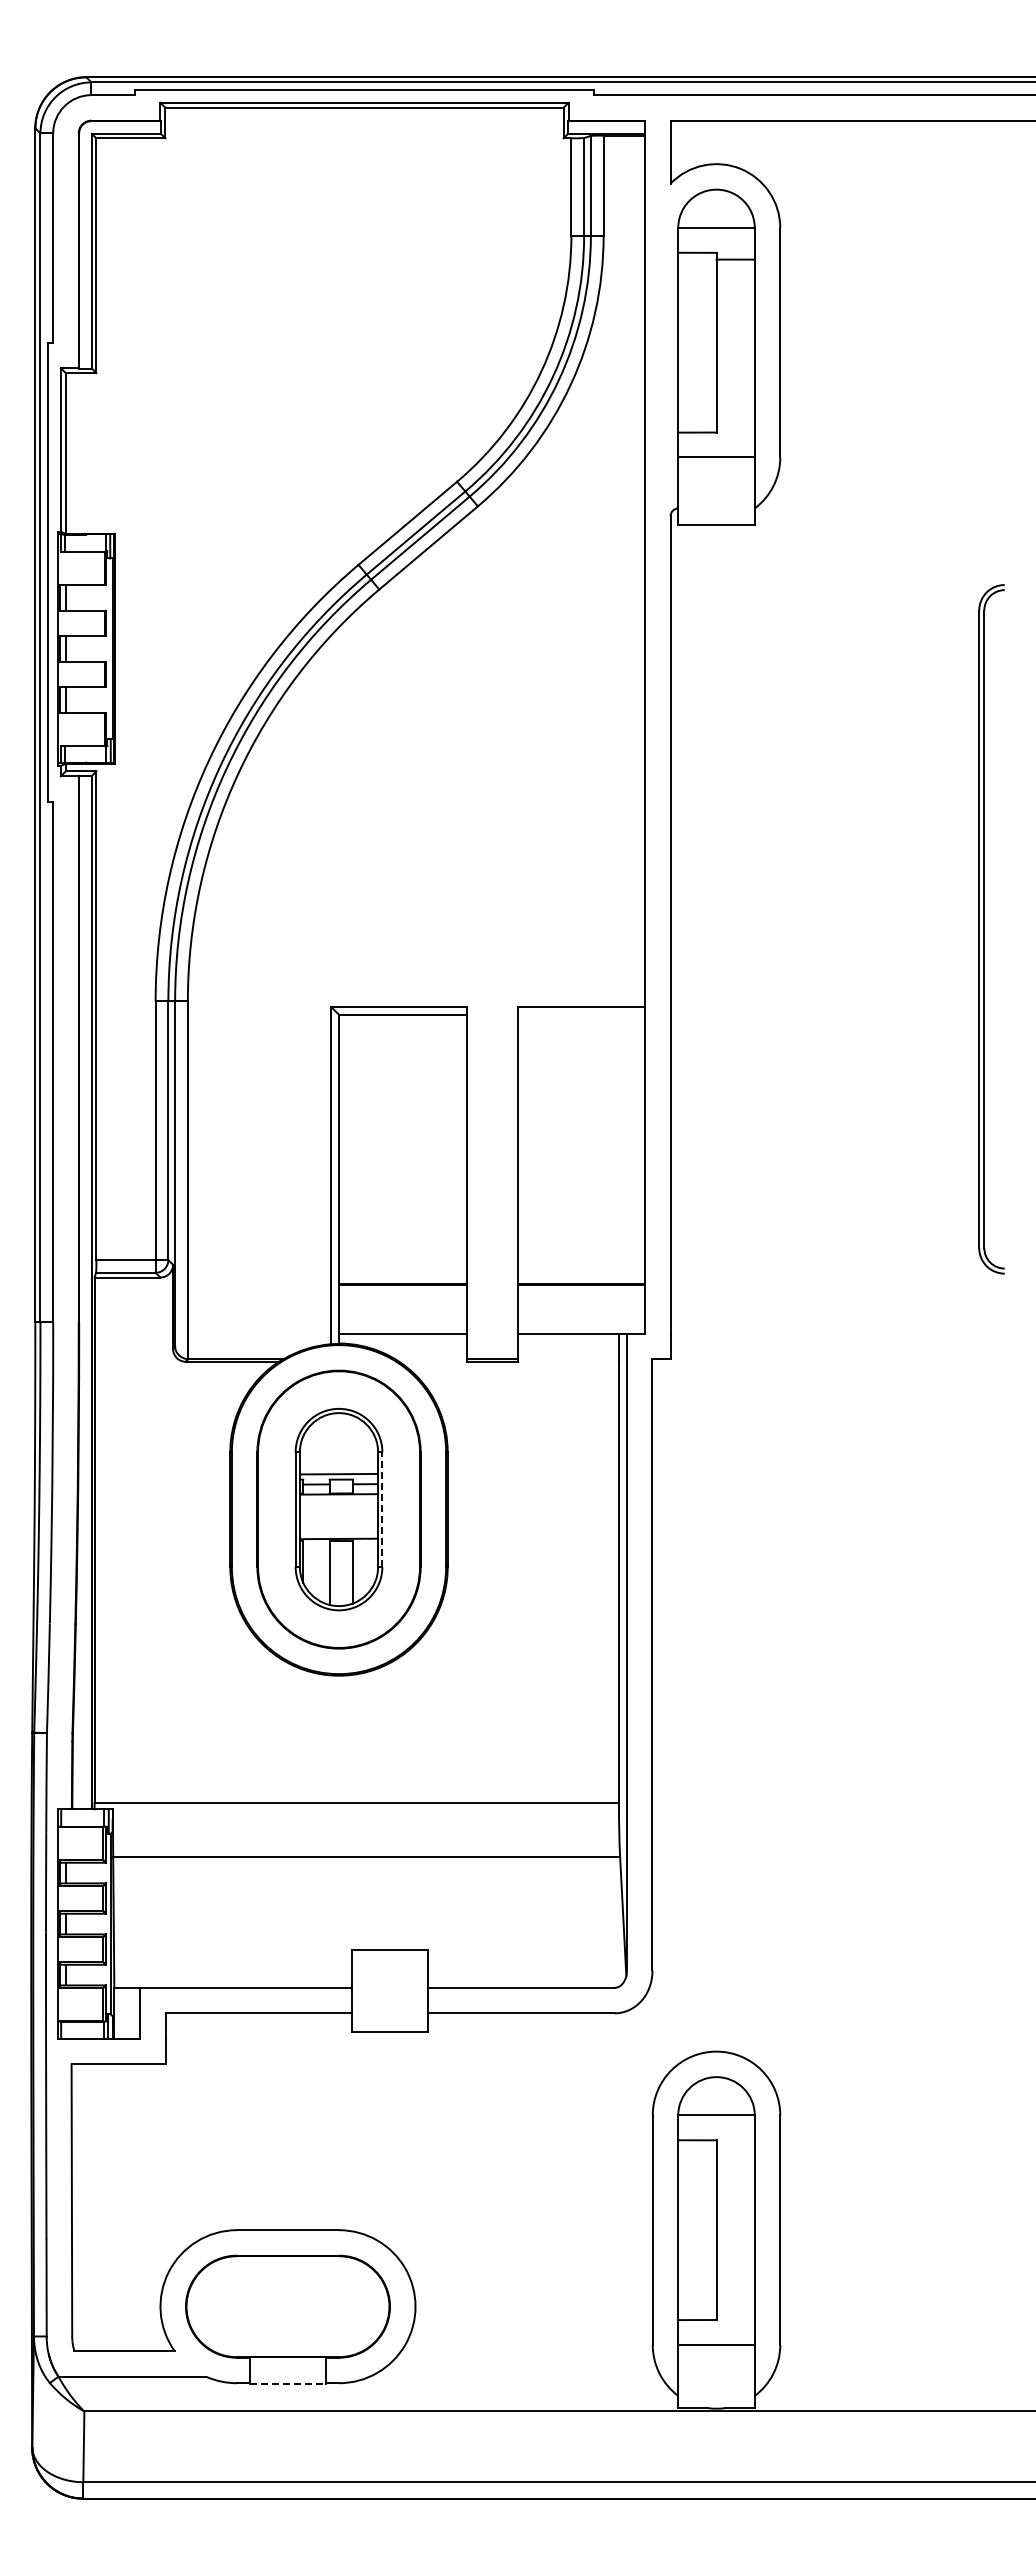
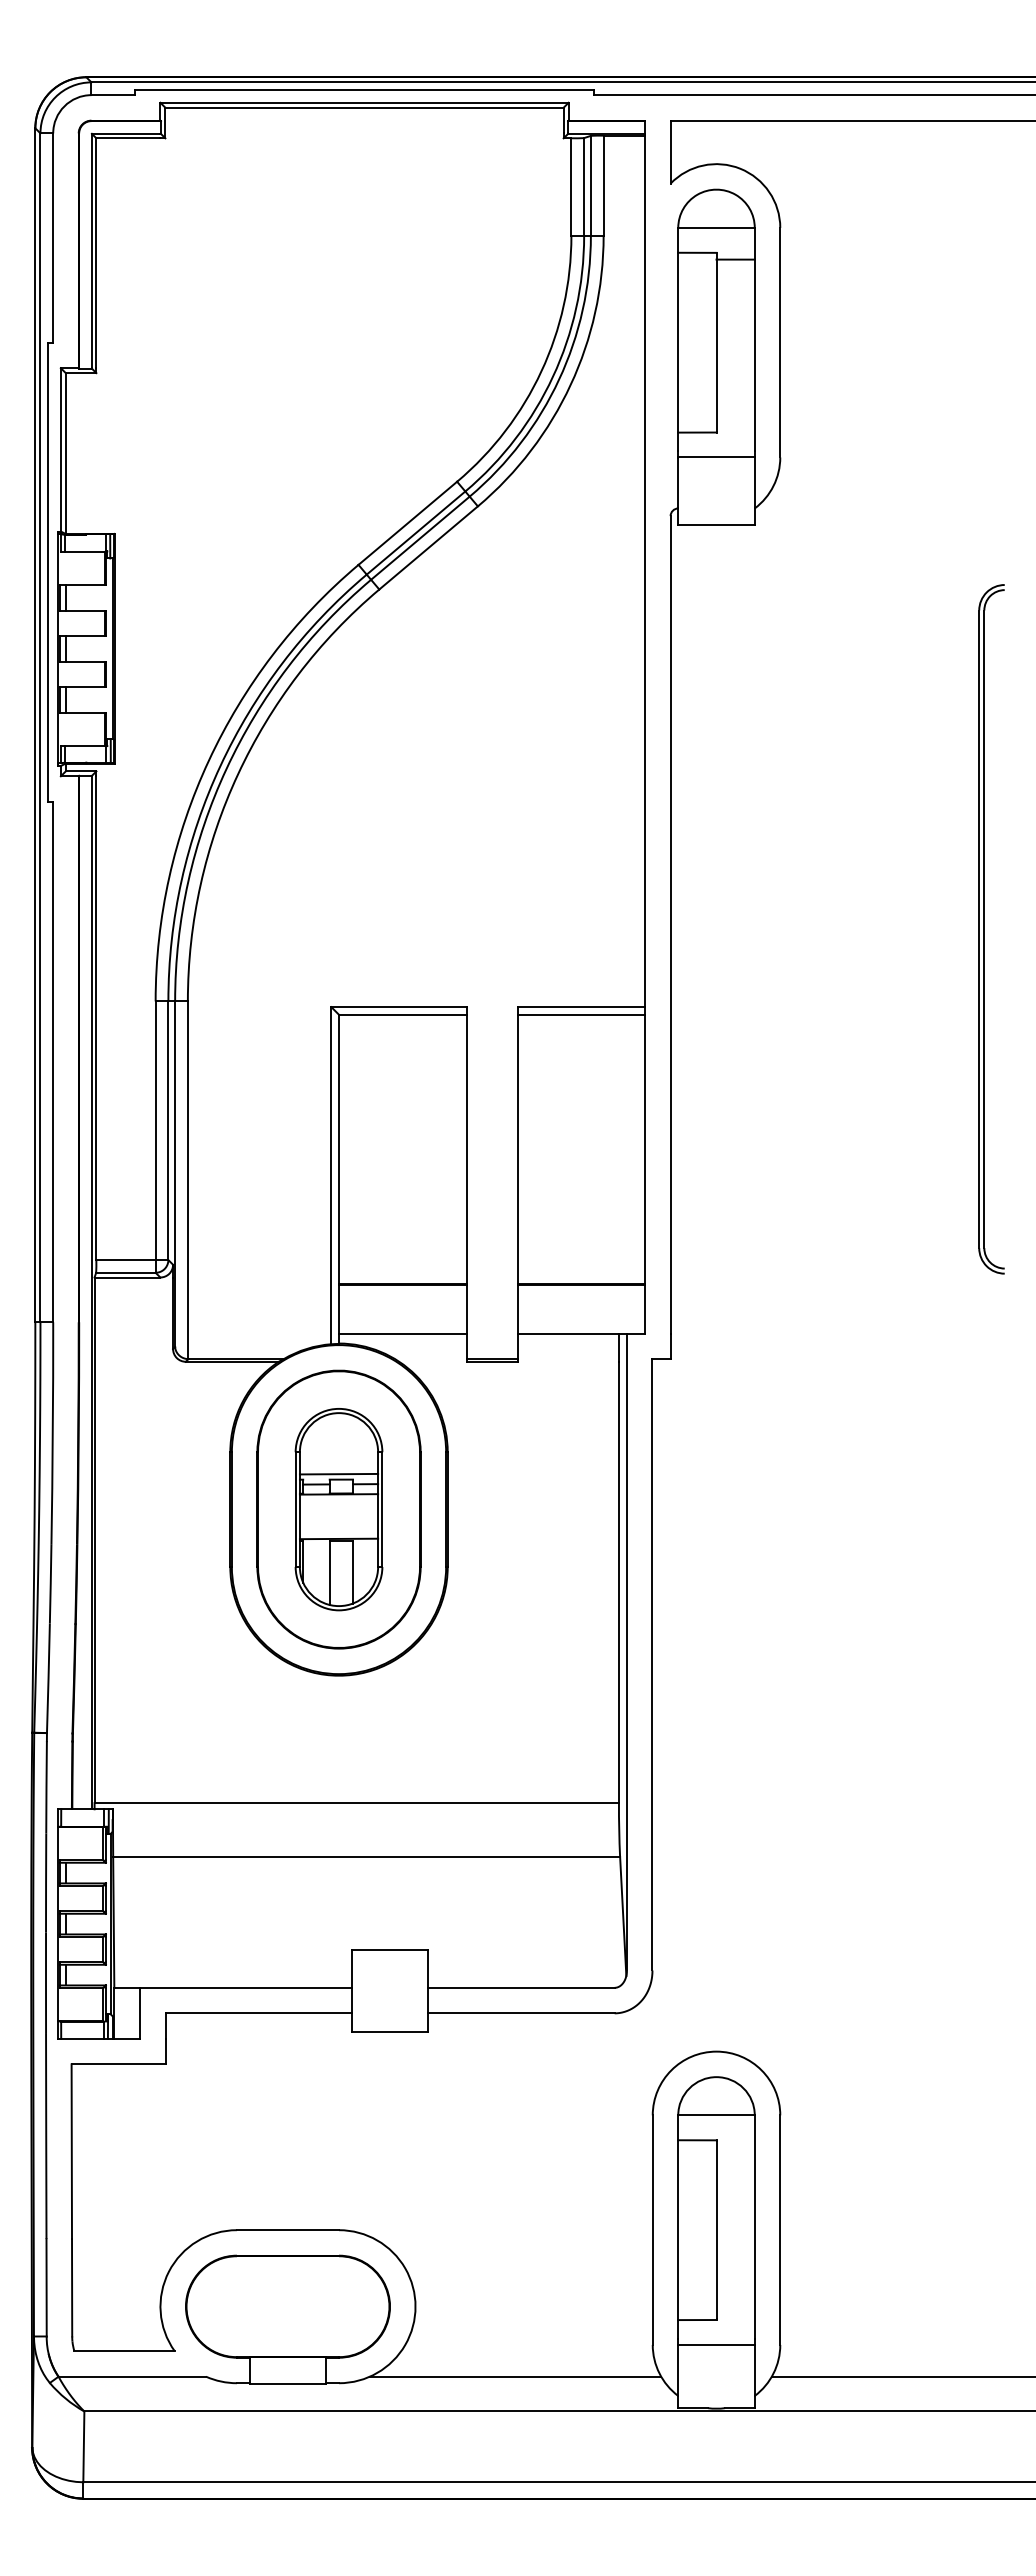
line at (581, 1014): none -> present
line at (382, 1509): dashed -> solid
line at (515, 2376): none -> present
line at (901, 2376): none -> present
line at (288, 2384): dashed -> solid
